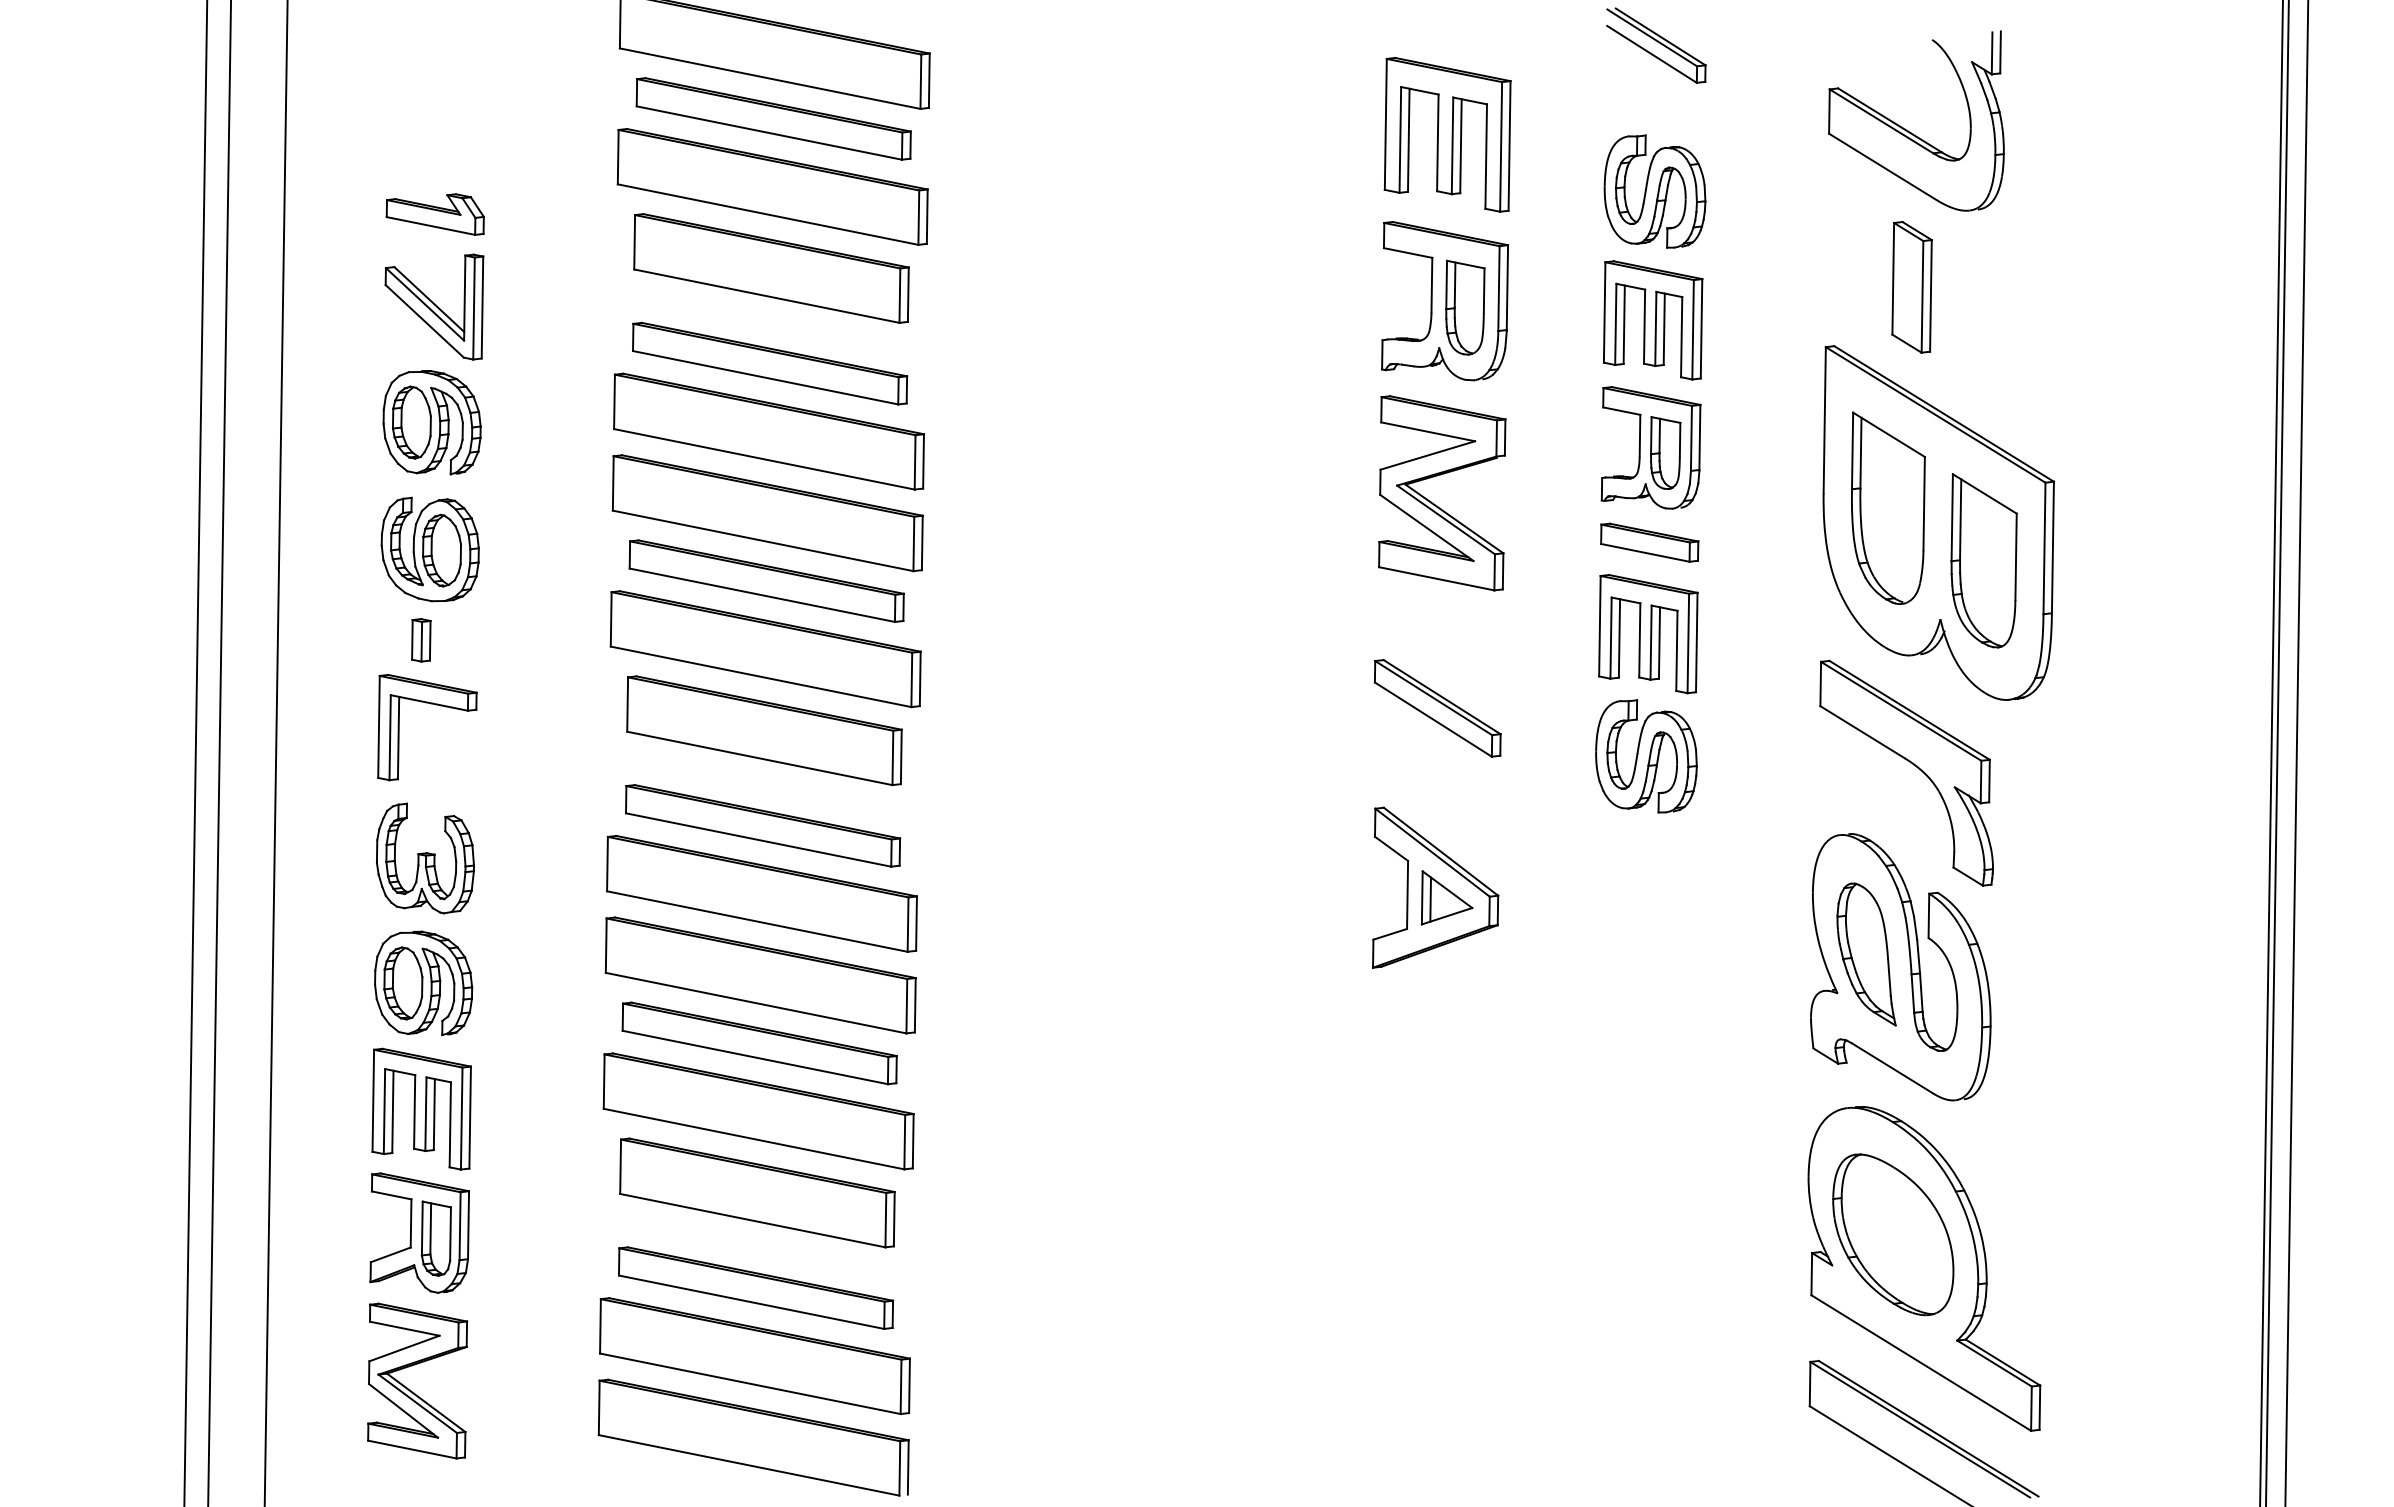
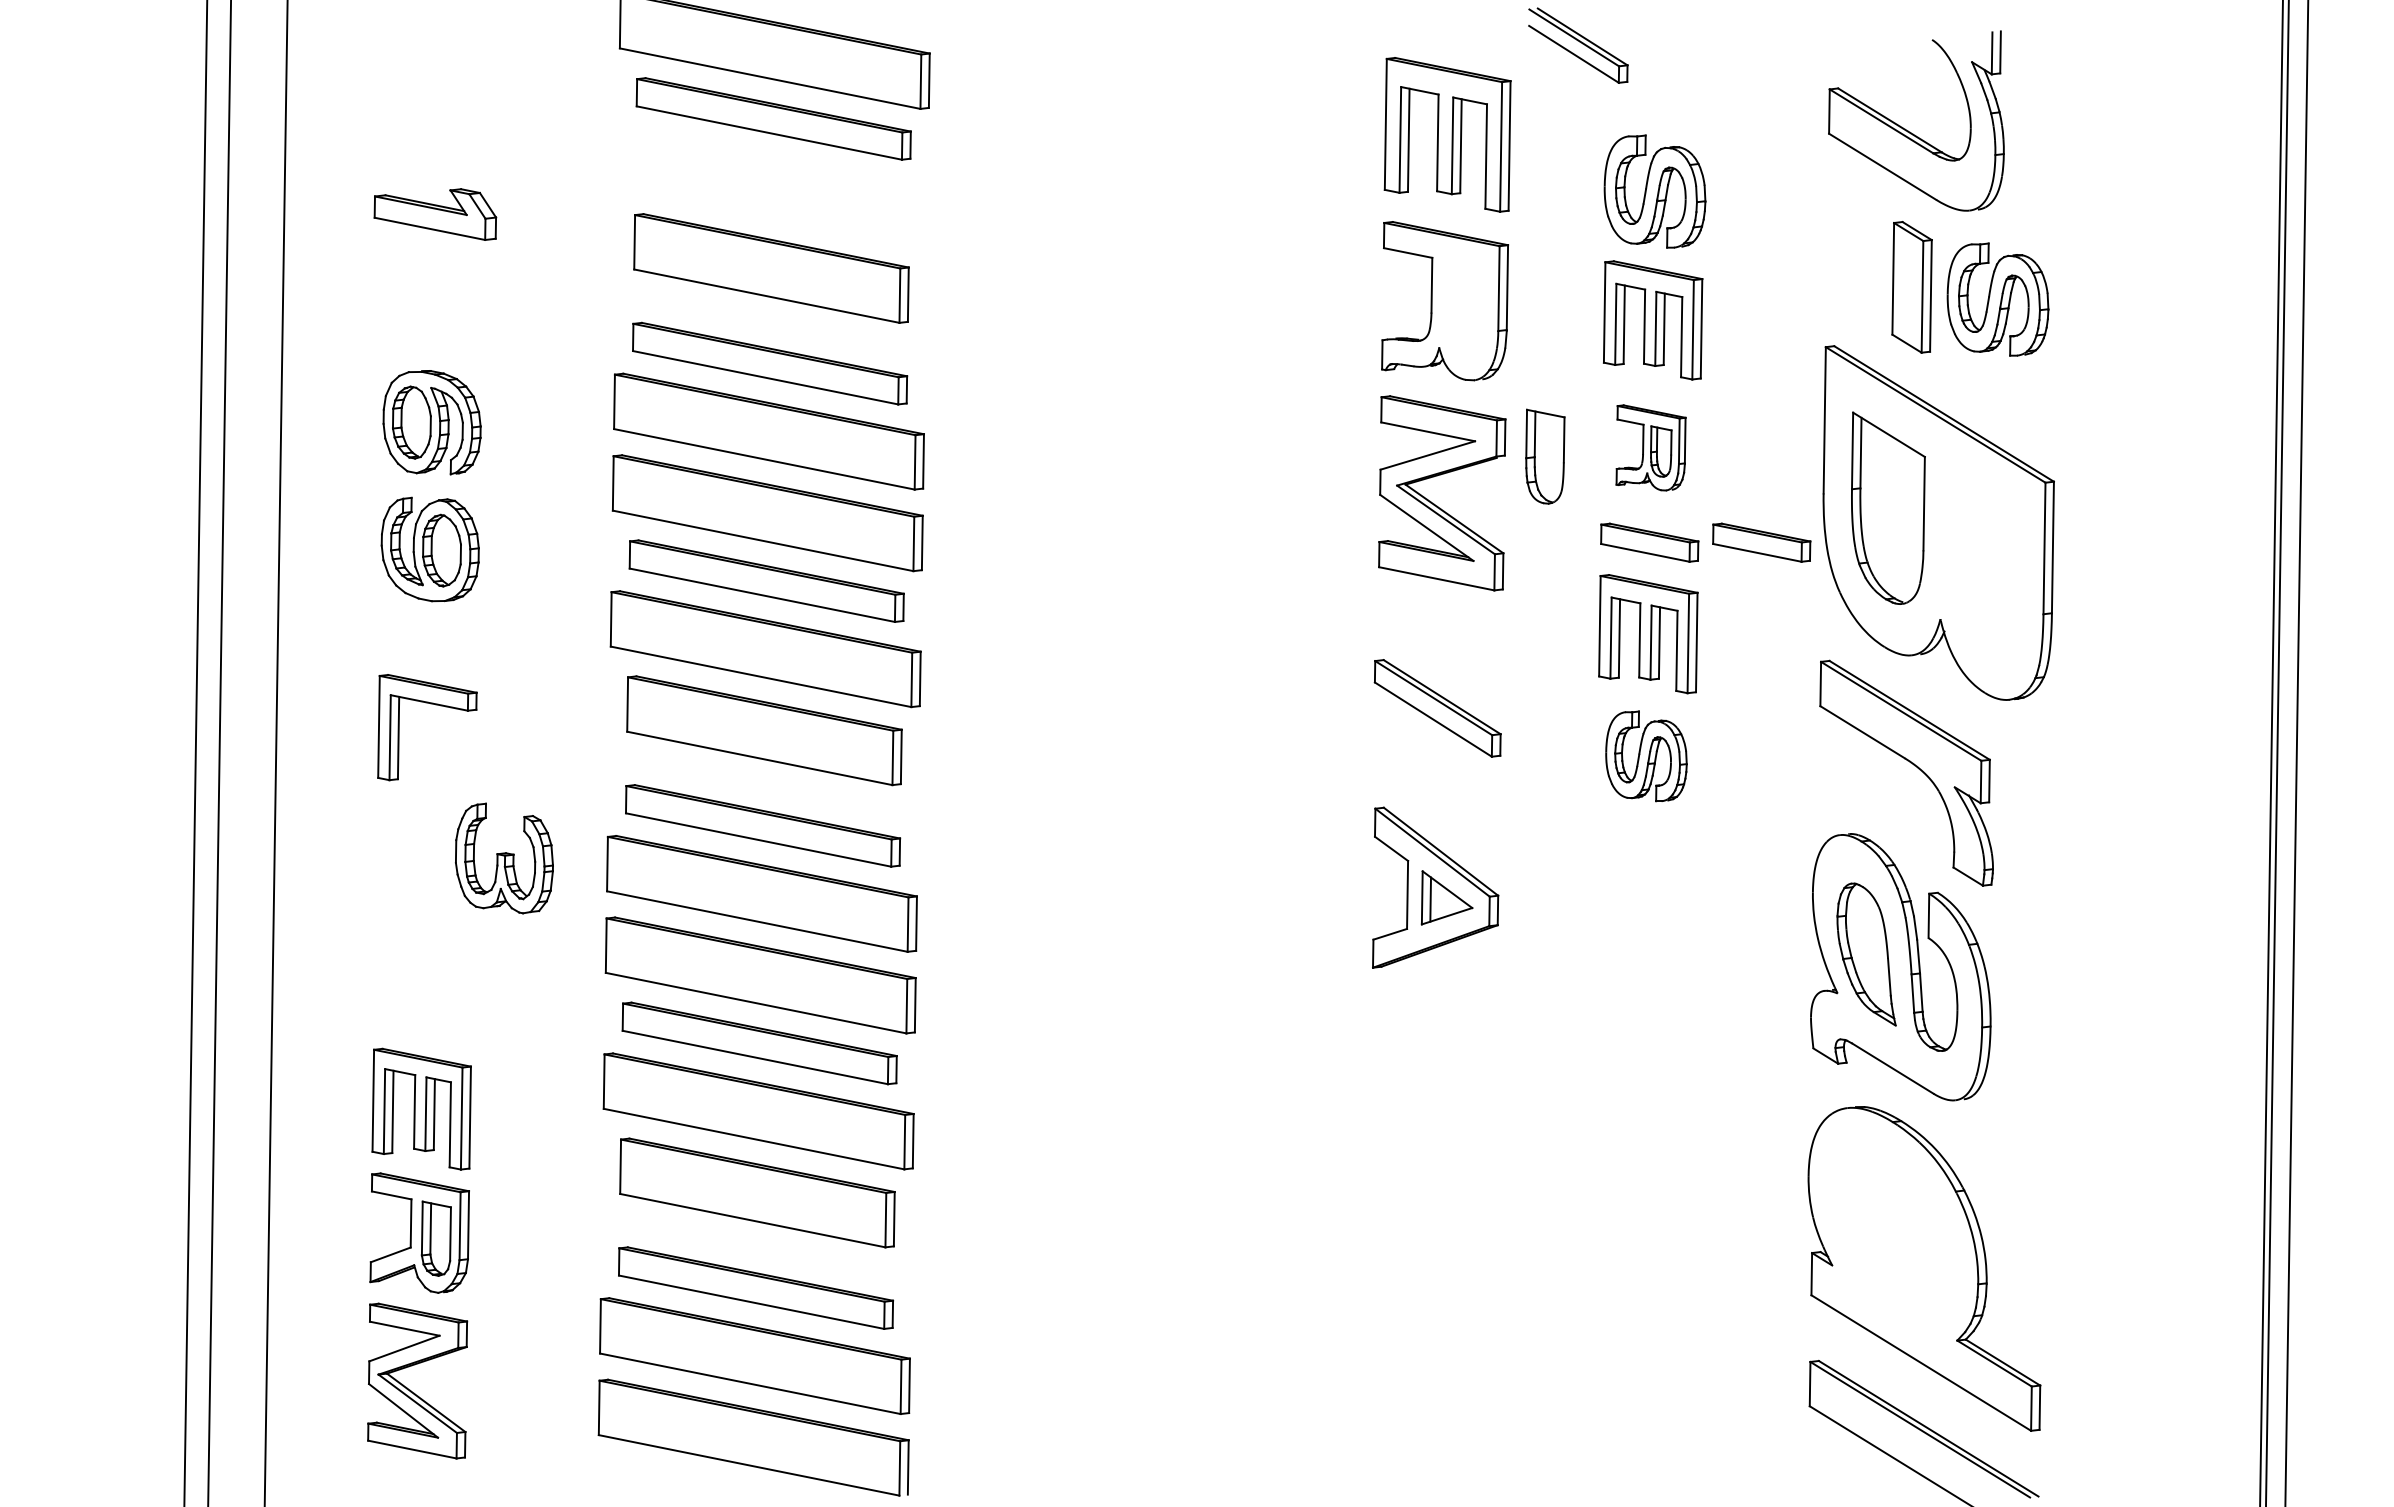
part at (1656, 45) position: (1656, 45) -> (1578, 45)
part at (772, 186): present -> none
part at (434, 214) size: 100x43 px -> 125x53 px
part at (1997, 299): none -> present
part at (434, 306): present -> none
part at (1465, 307) position: (1465, 307) -> (1545, 456)
part at (1650, 447) size: 102x124 px -> 72x88 px
part at (1761, 542): none -> present
part at (1983, 560): present -> none
part at (421, 640): present -> none
part at (1646, 756) size: 103x115 px -> 83x93 px
part at (425, 858) position: (425, 858) -> (504, 858)
part at (423, 983): present -> none
part at (1893, 1234): present -> none
